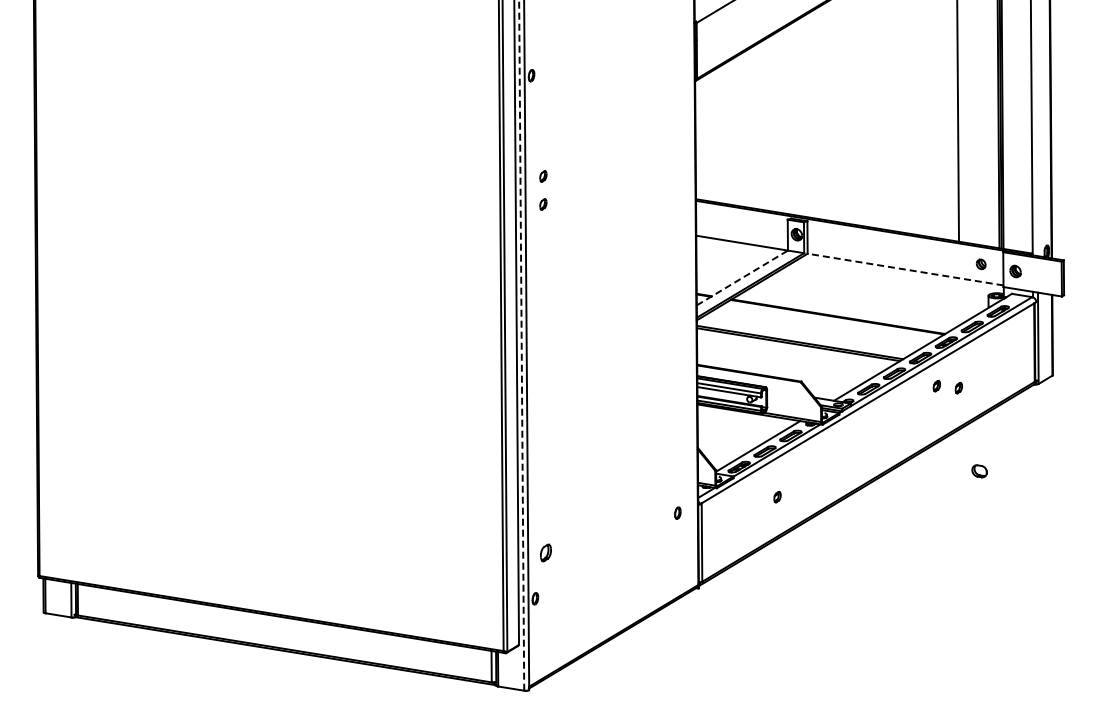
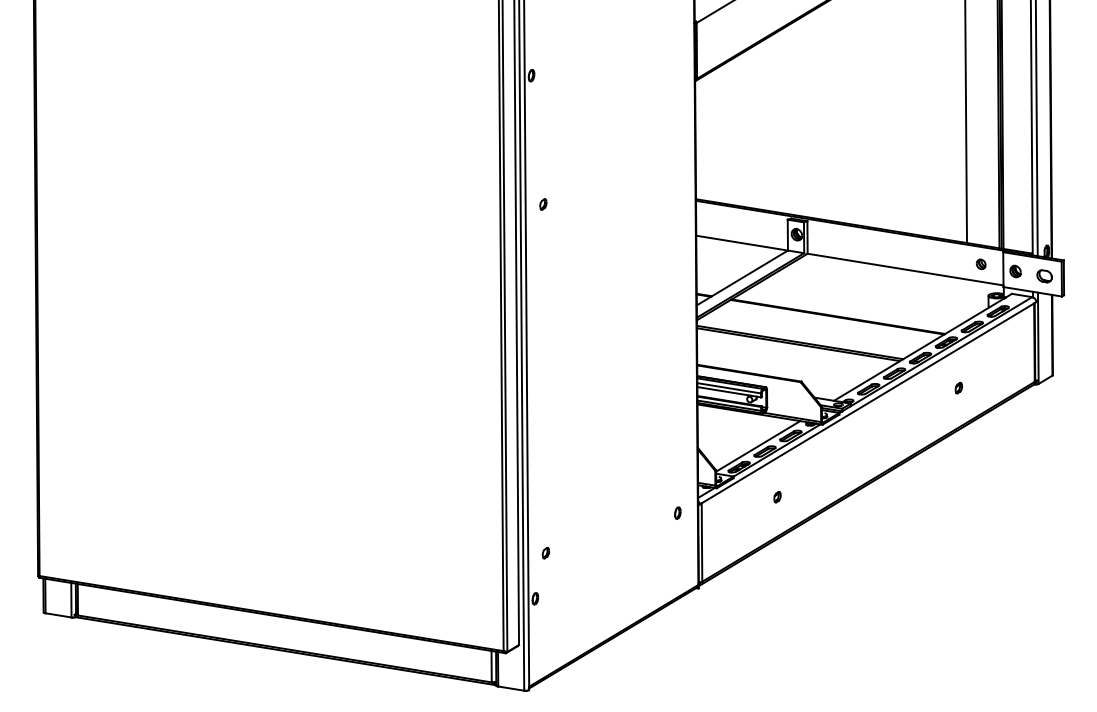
line at (958, 122) position: (958, 122) -> (966, 122)
line at (1036, 129): none -> present
part at (543, 176): present -> none
line at (905, 269): dashed -> solid
line at (742, 277): dashed -> solid
line at (521, 345): dashed -> solid
part at (936, 386): present -> none
part at (979, 471) position: (979, 471) -> (1044, 276)
part at (545, 552) size: 12x20 px -> 10x13 px
